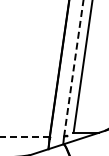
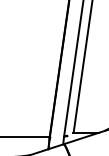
line at (73, 68): dashed -> solid
line at (24, 137): dashed -> solid
